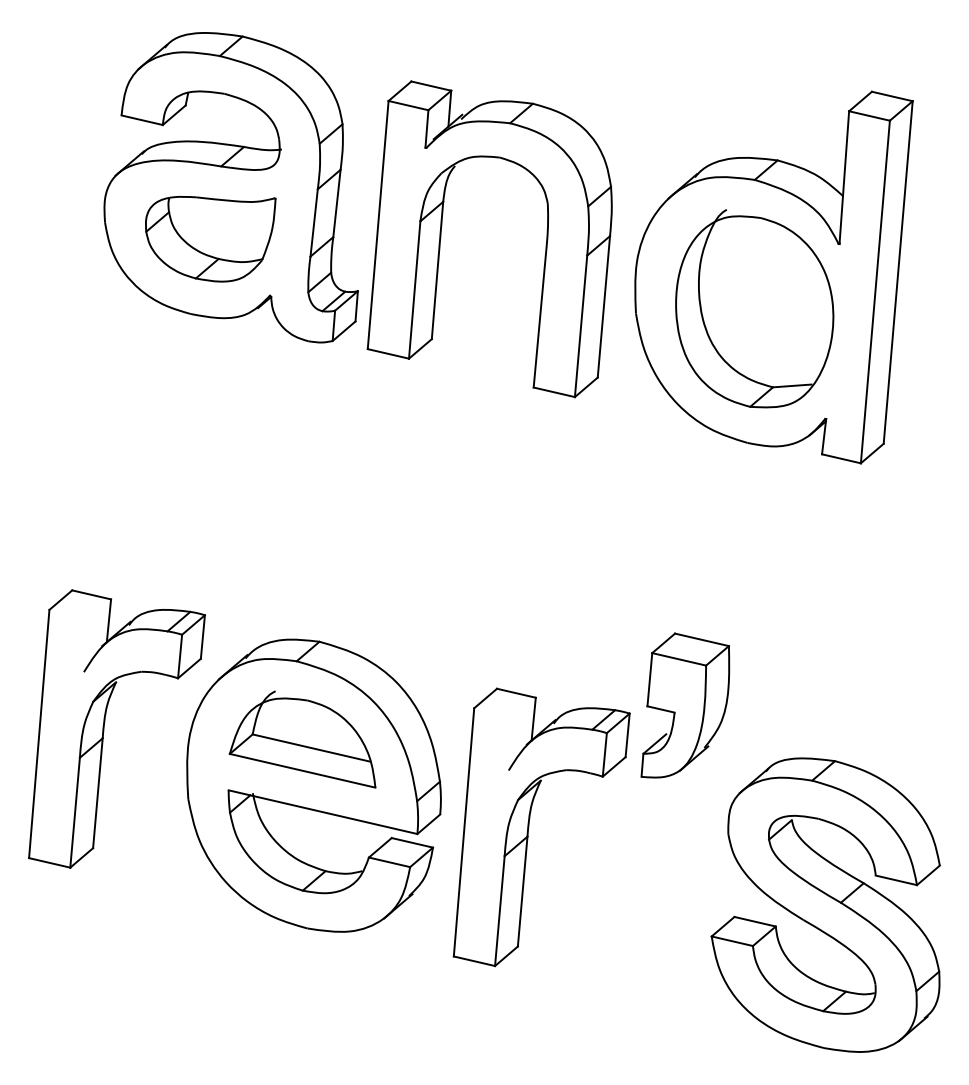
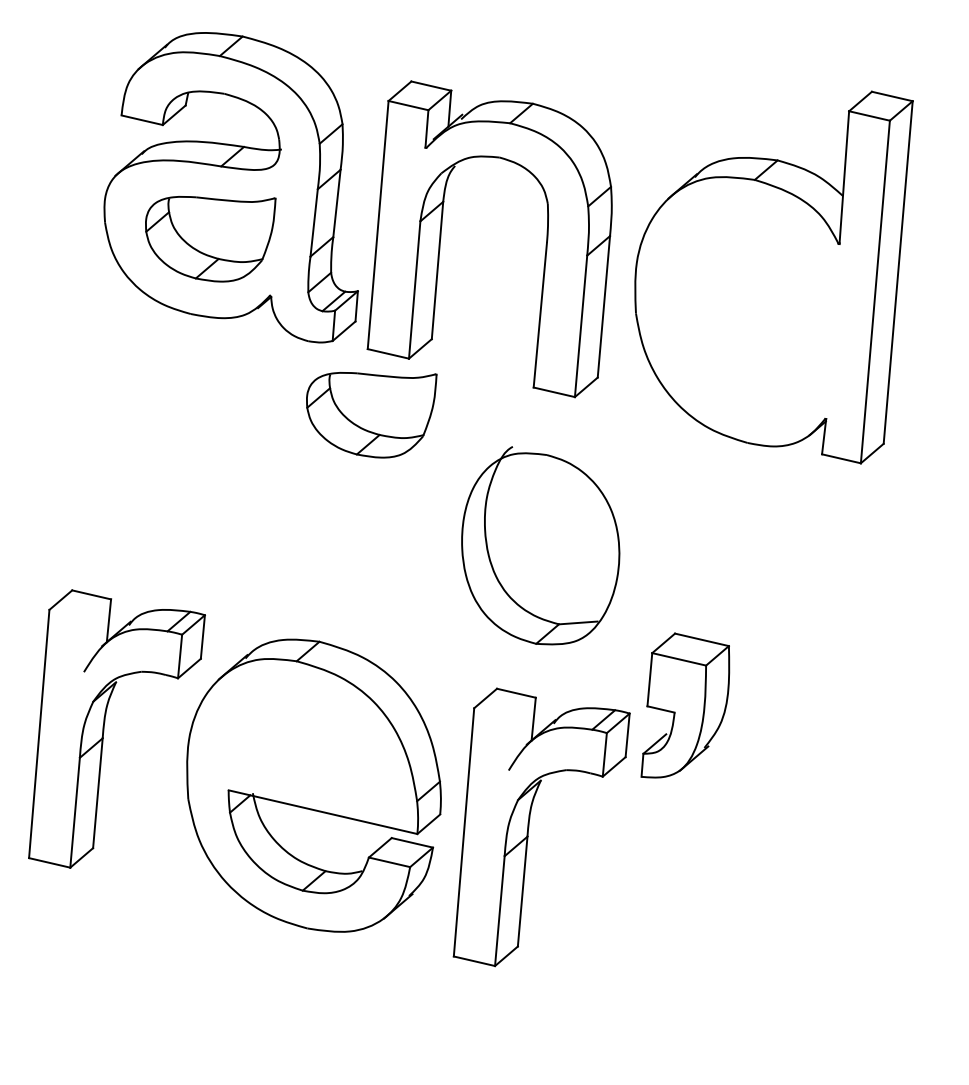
part at (754, 308) position: (754, 308) -> (540, 545)
part at (371, 415): none -> present
part at (302, 739): present -> none
part at (825, 904): present -> none
